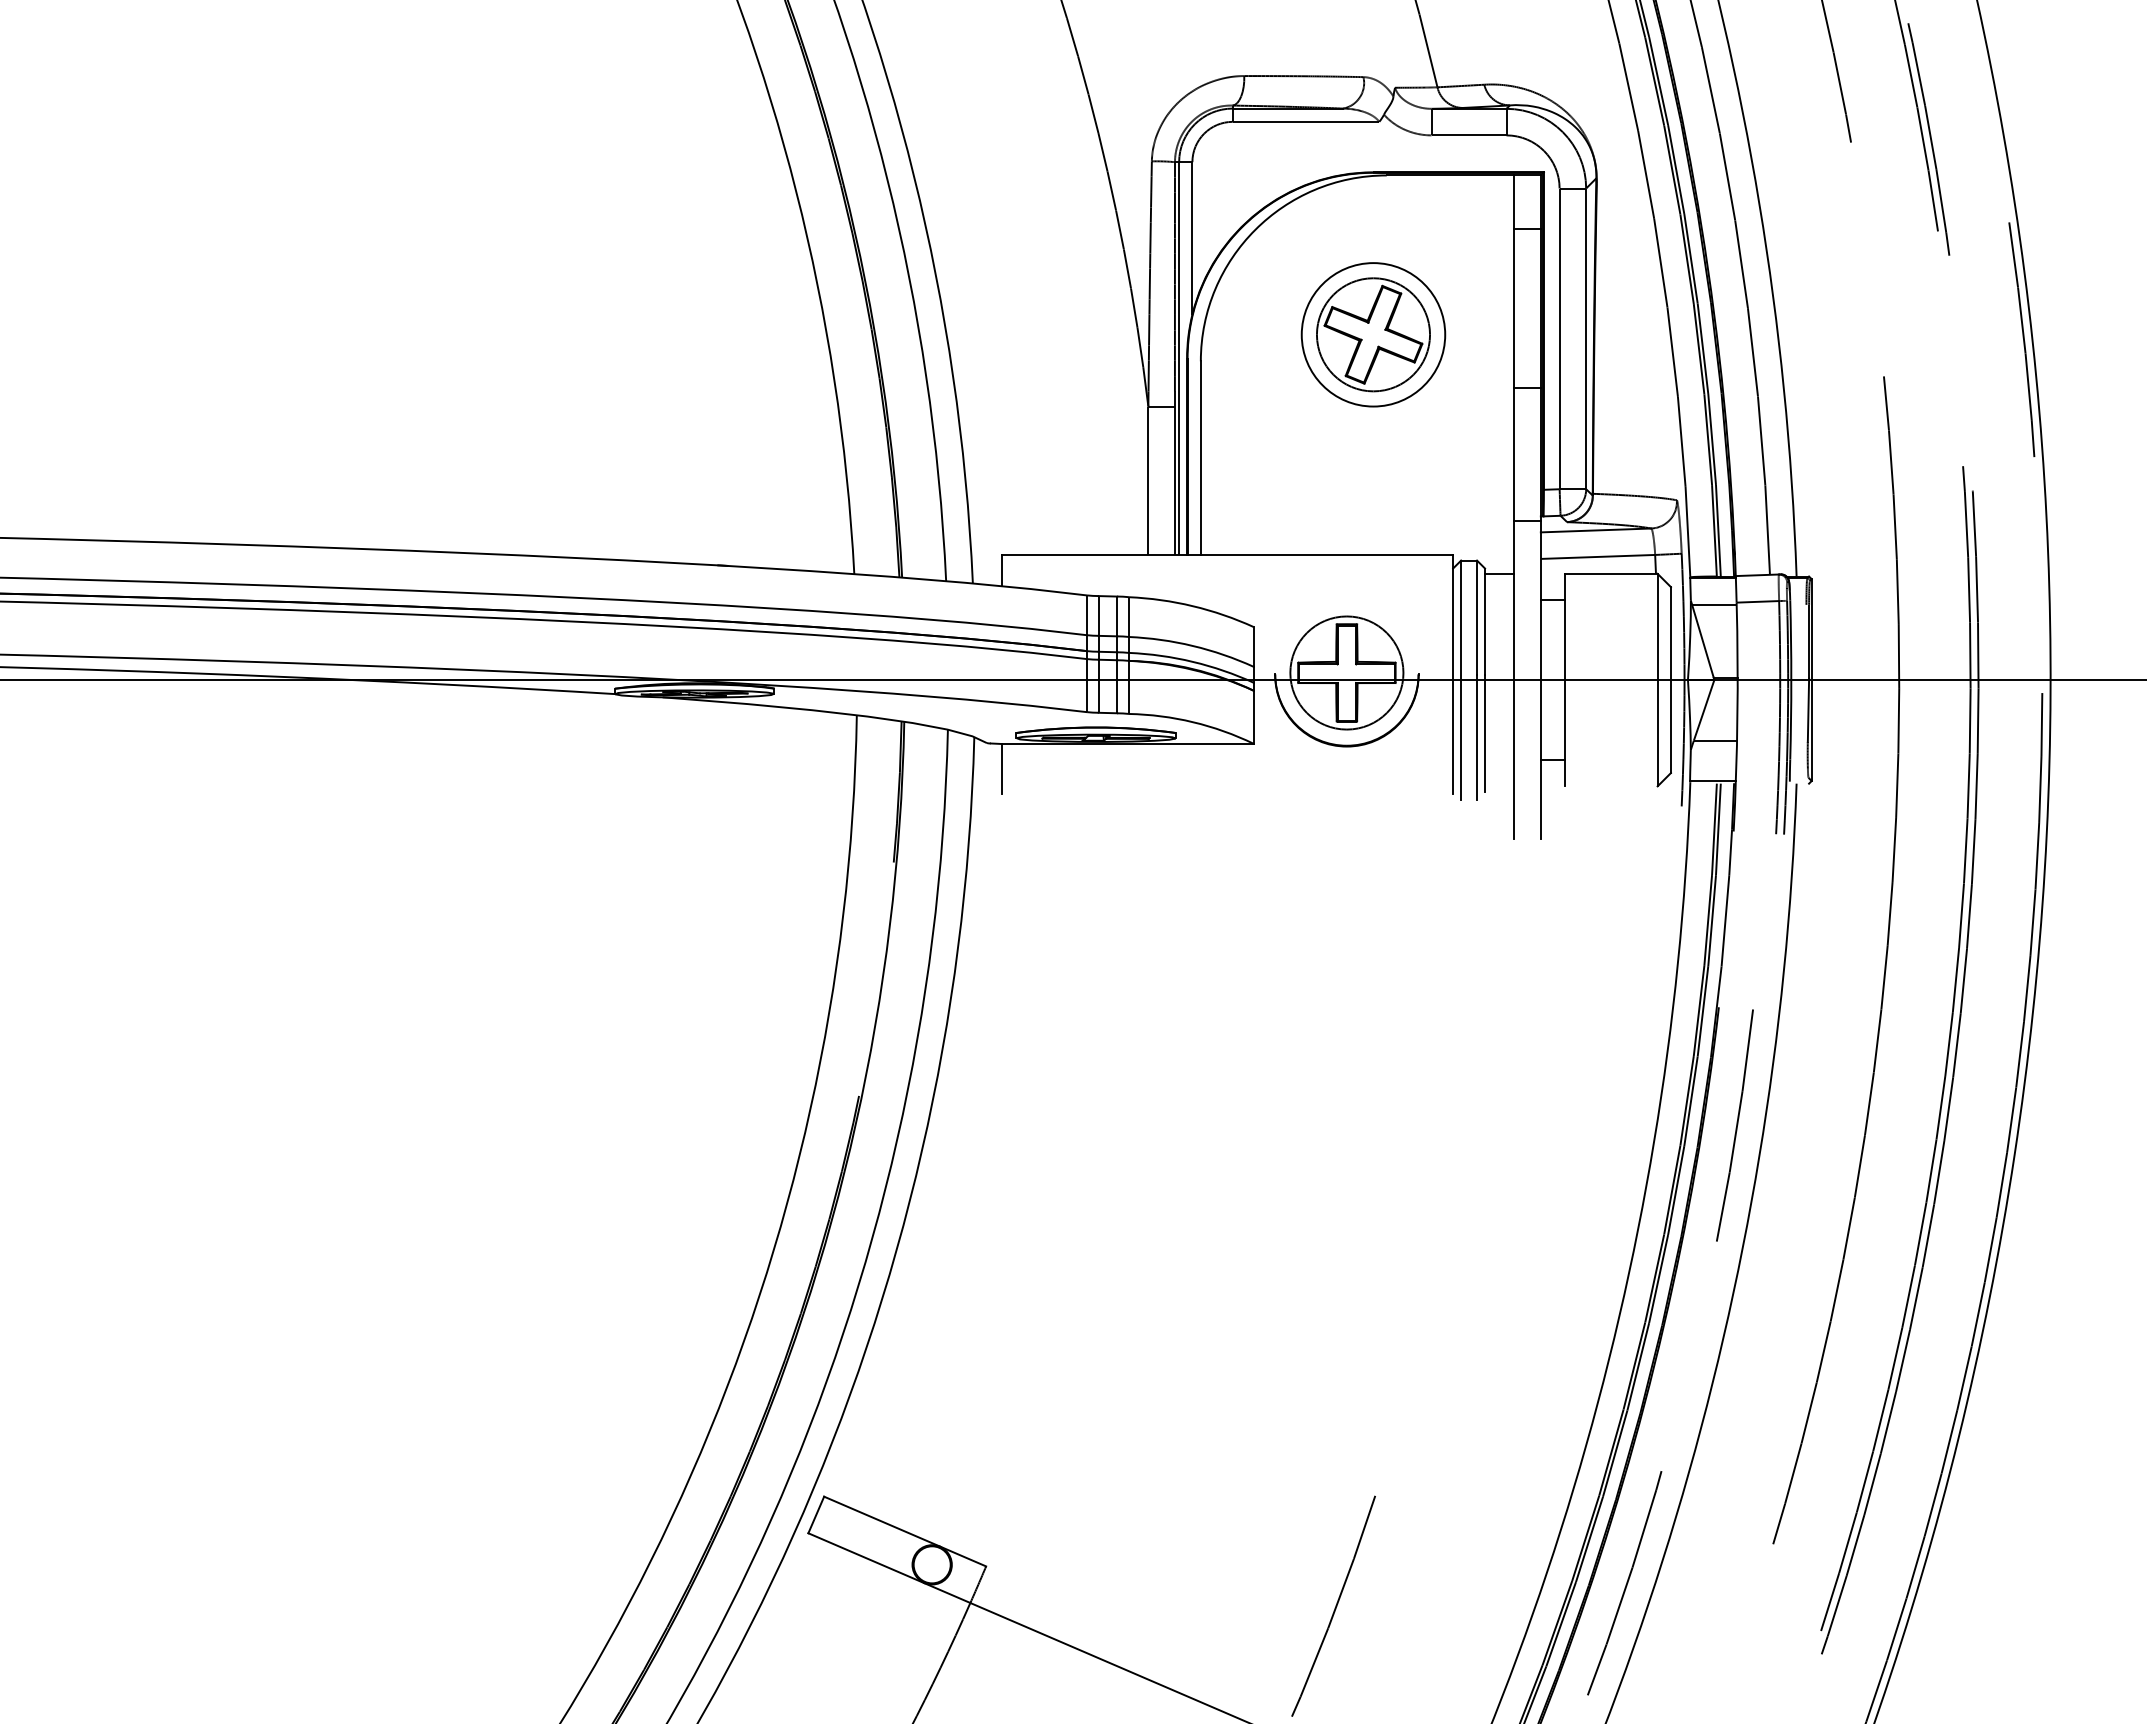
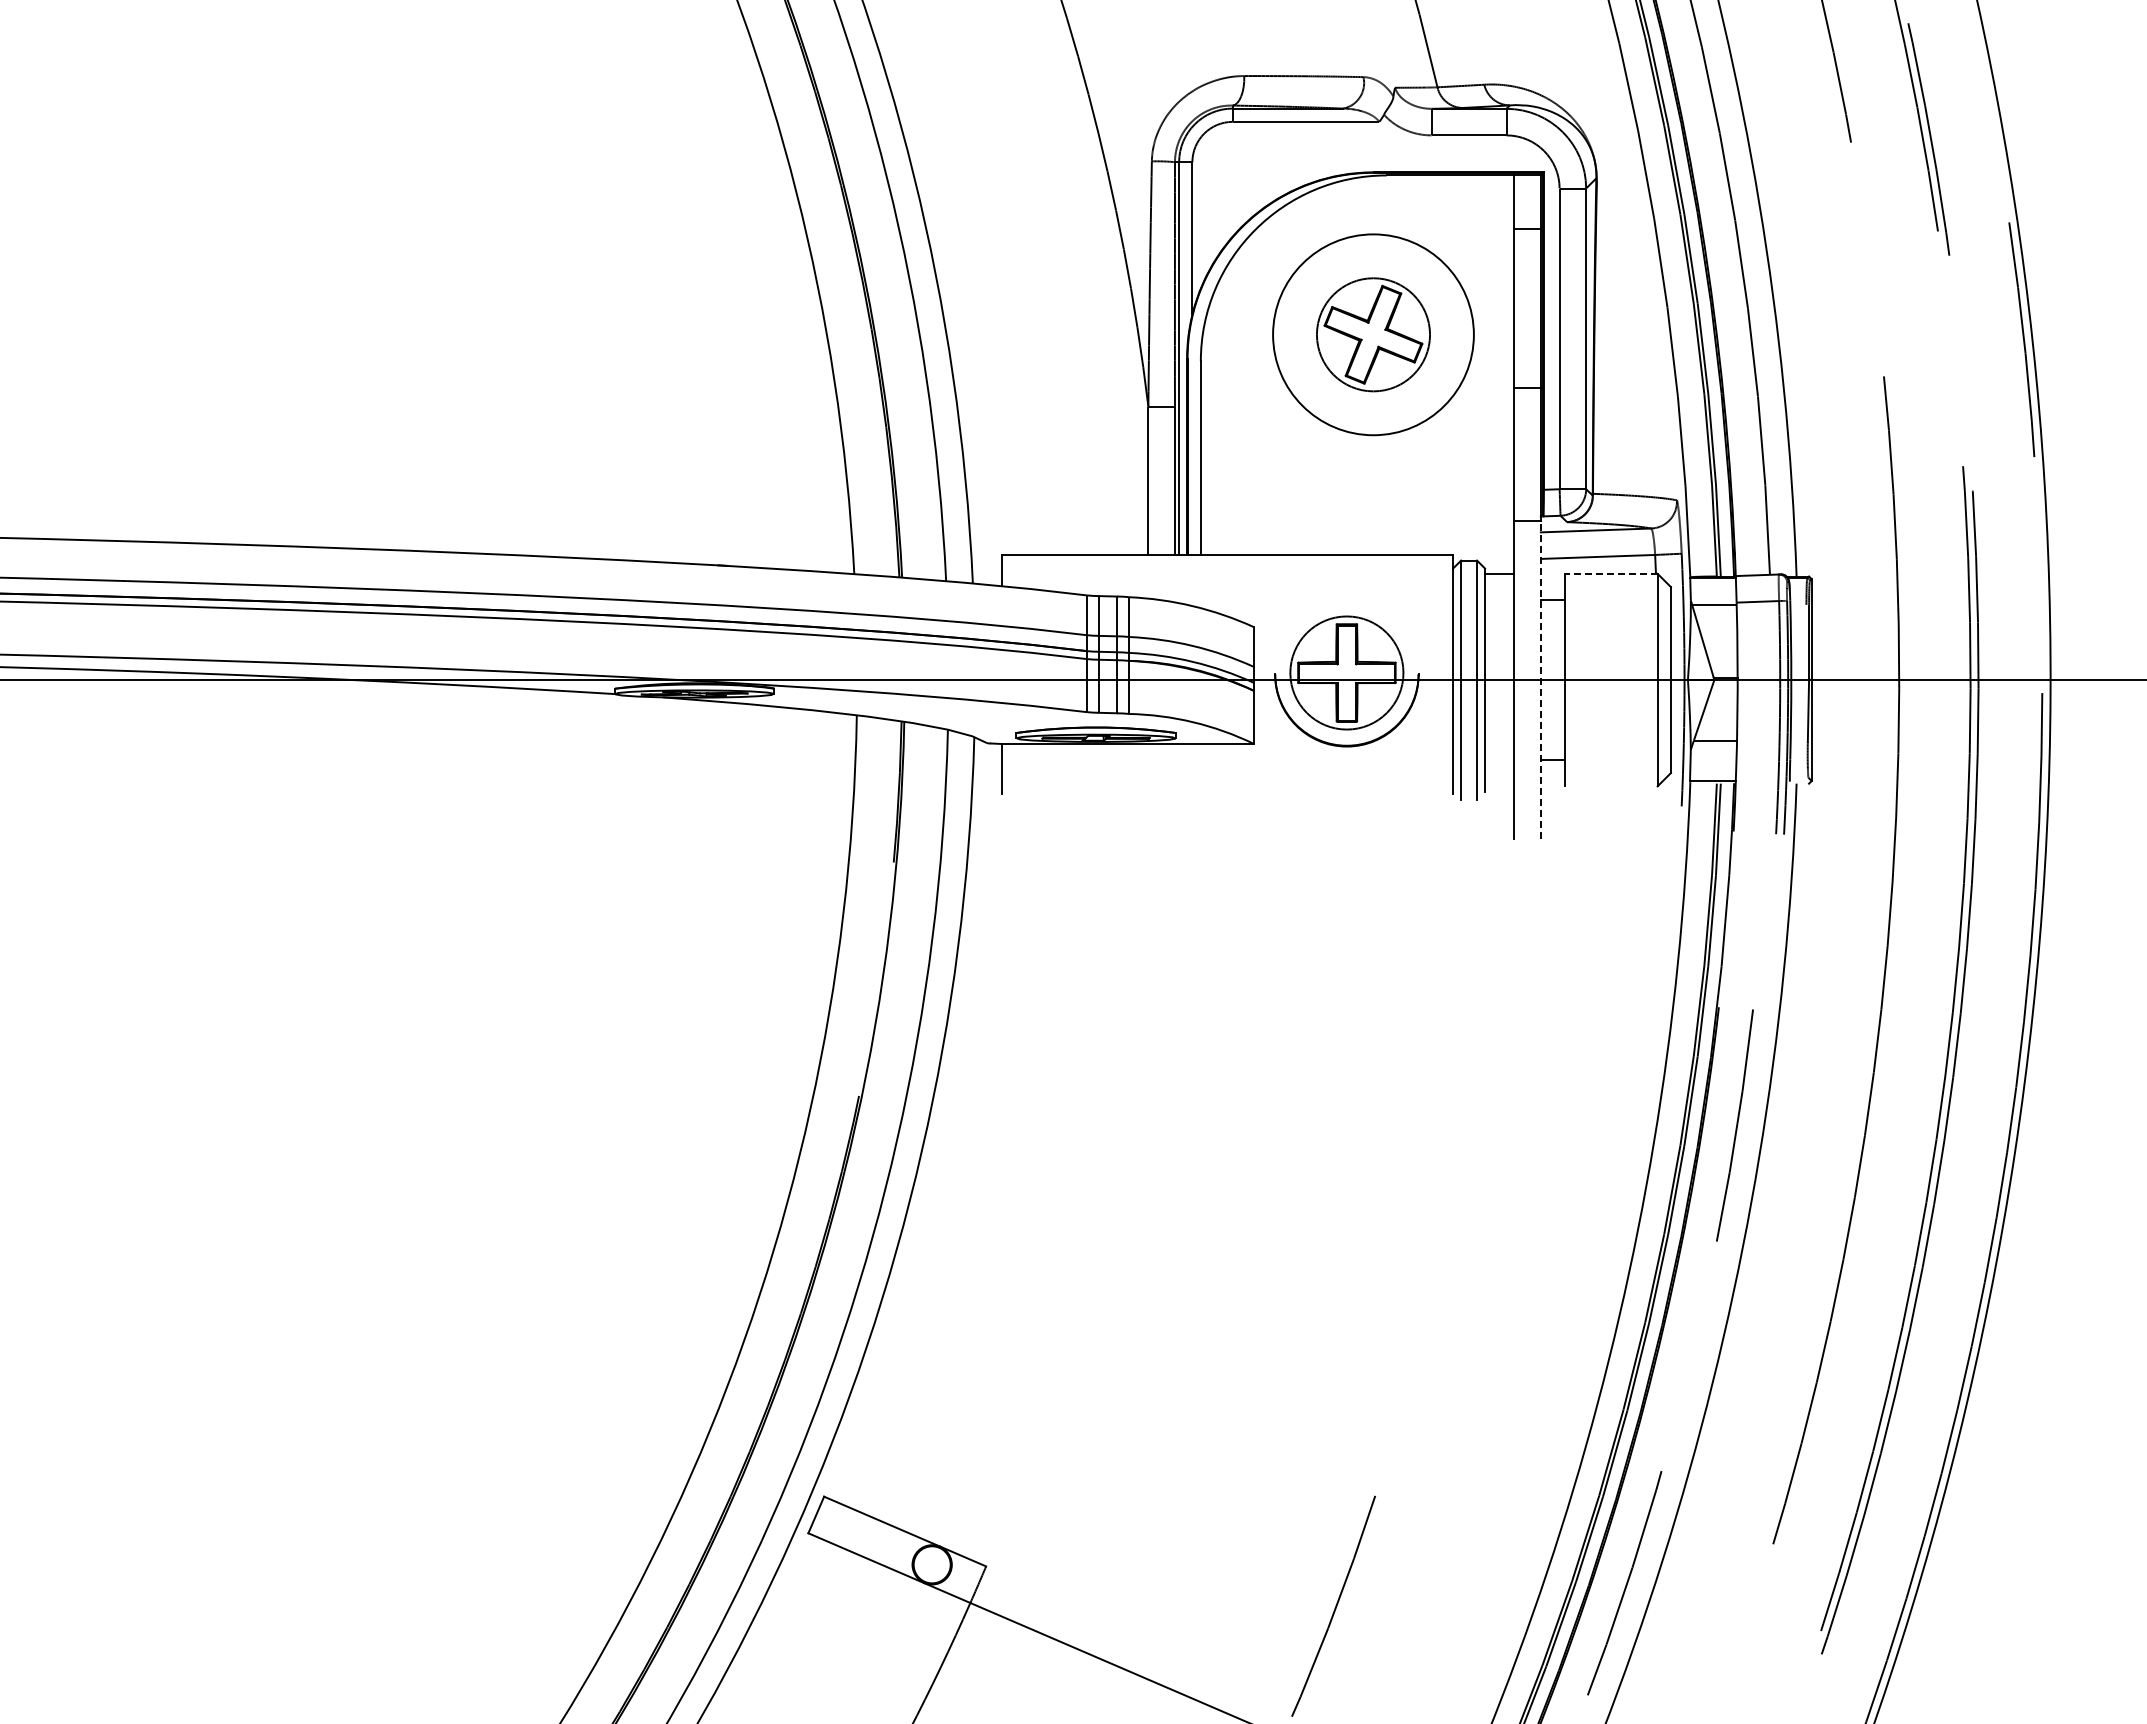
circle at (1373, 334) diameter: 143 px -> 201 px
line at (1610, 573): solid -> dashed
line at (1540, 679): solid -> dashed
